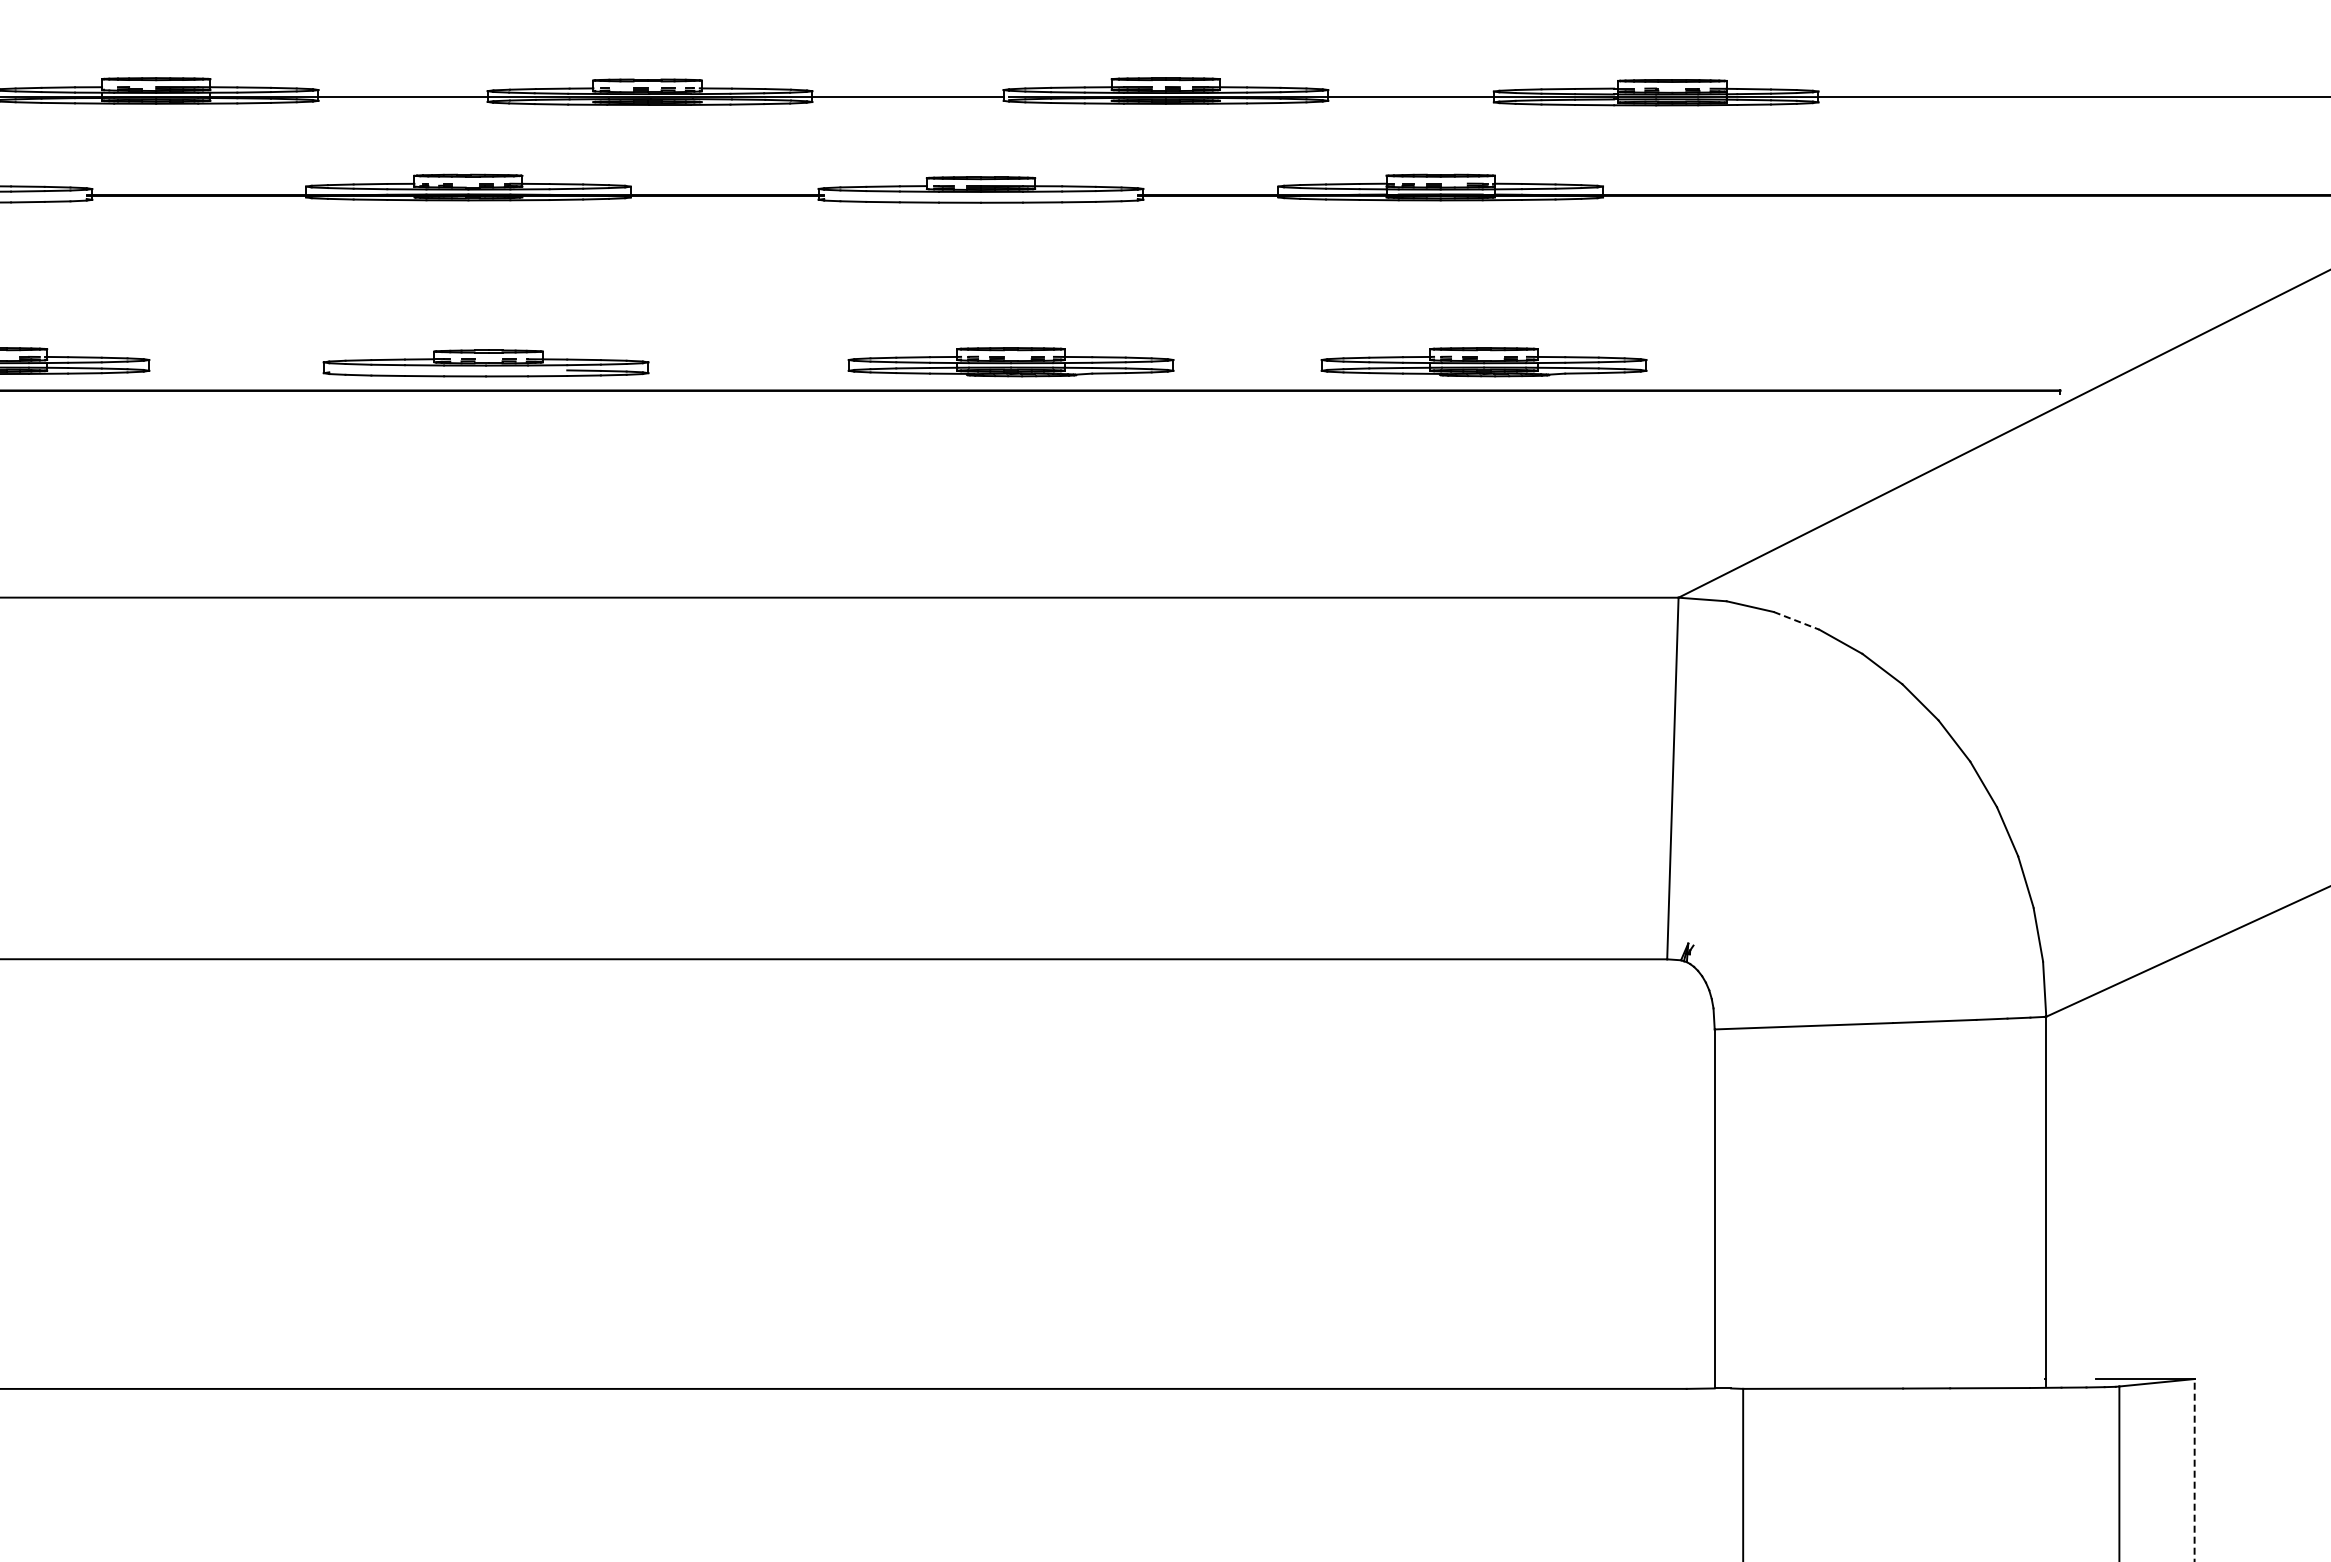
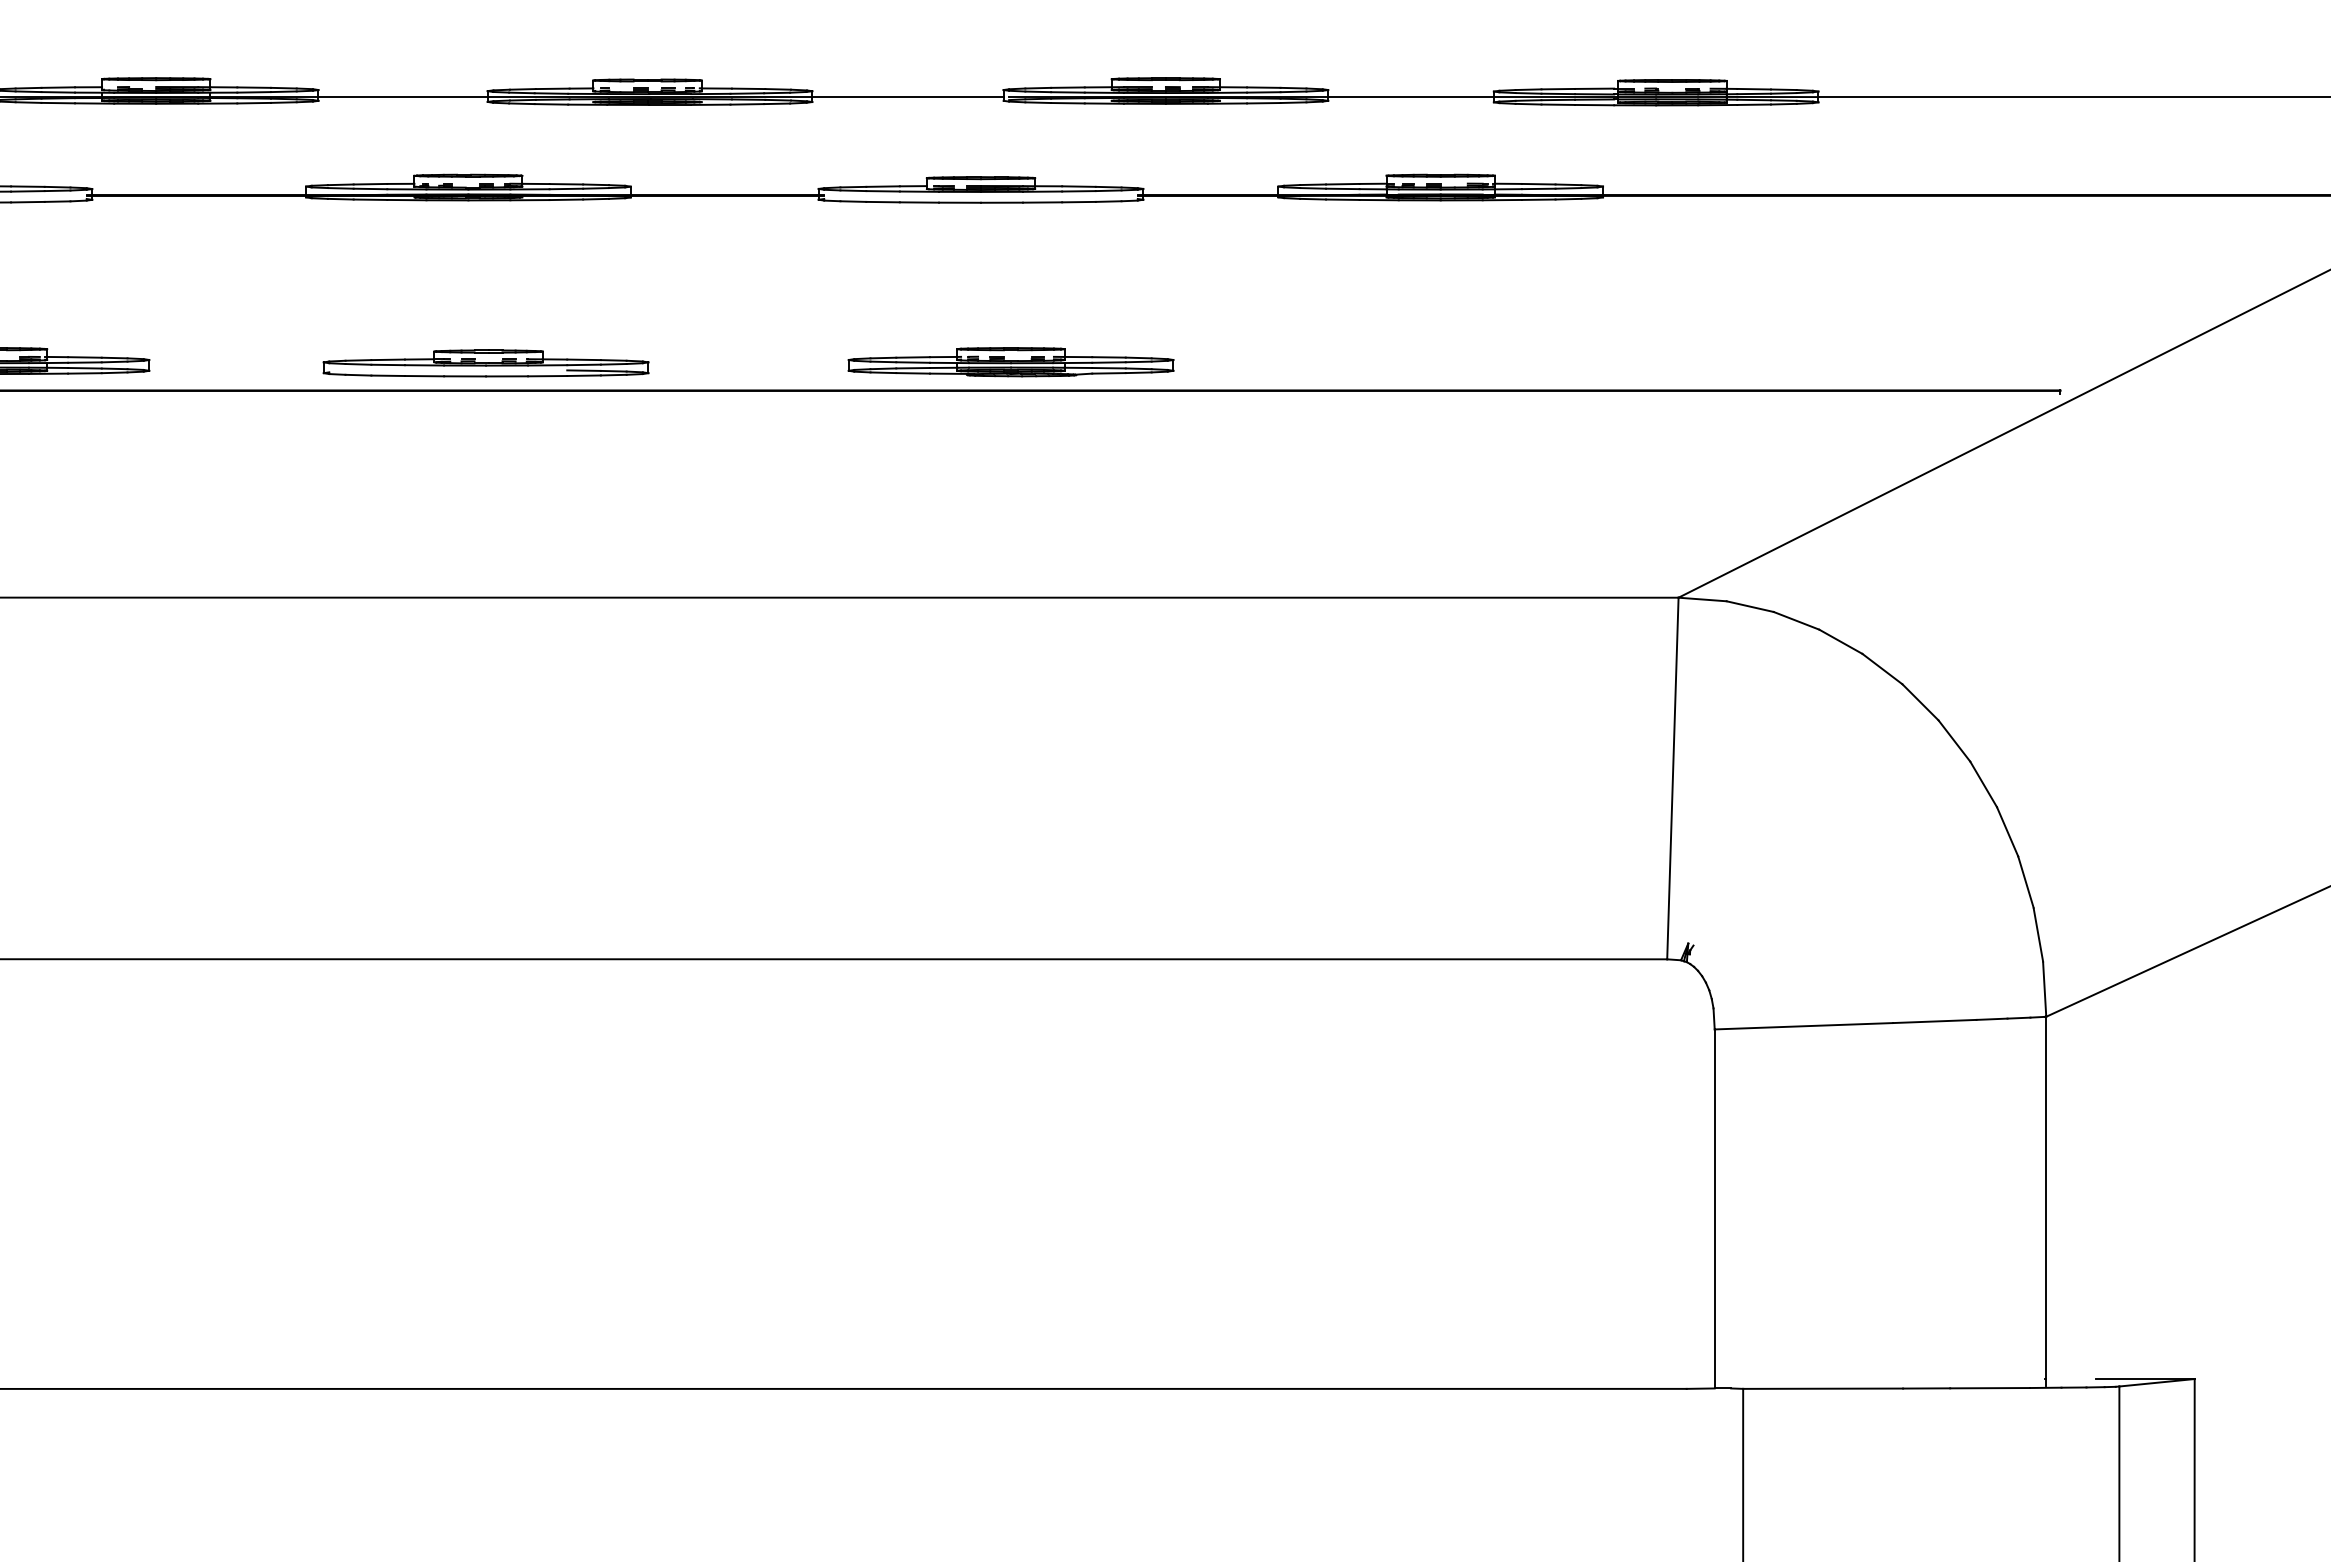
part at (1483, 362): present -> none
line at (1796, 621): dashed -> solid
line at (2194, 1469): dashed -> solid
